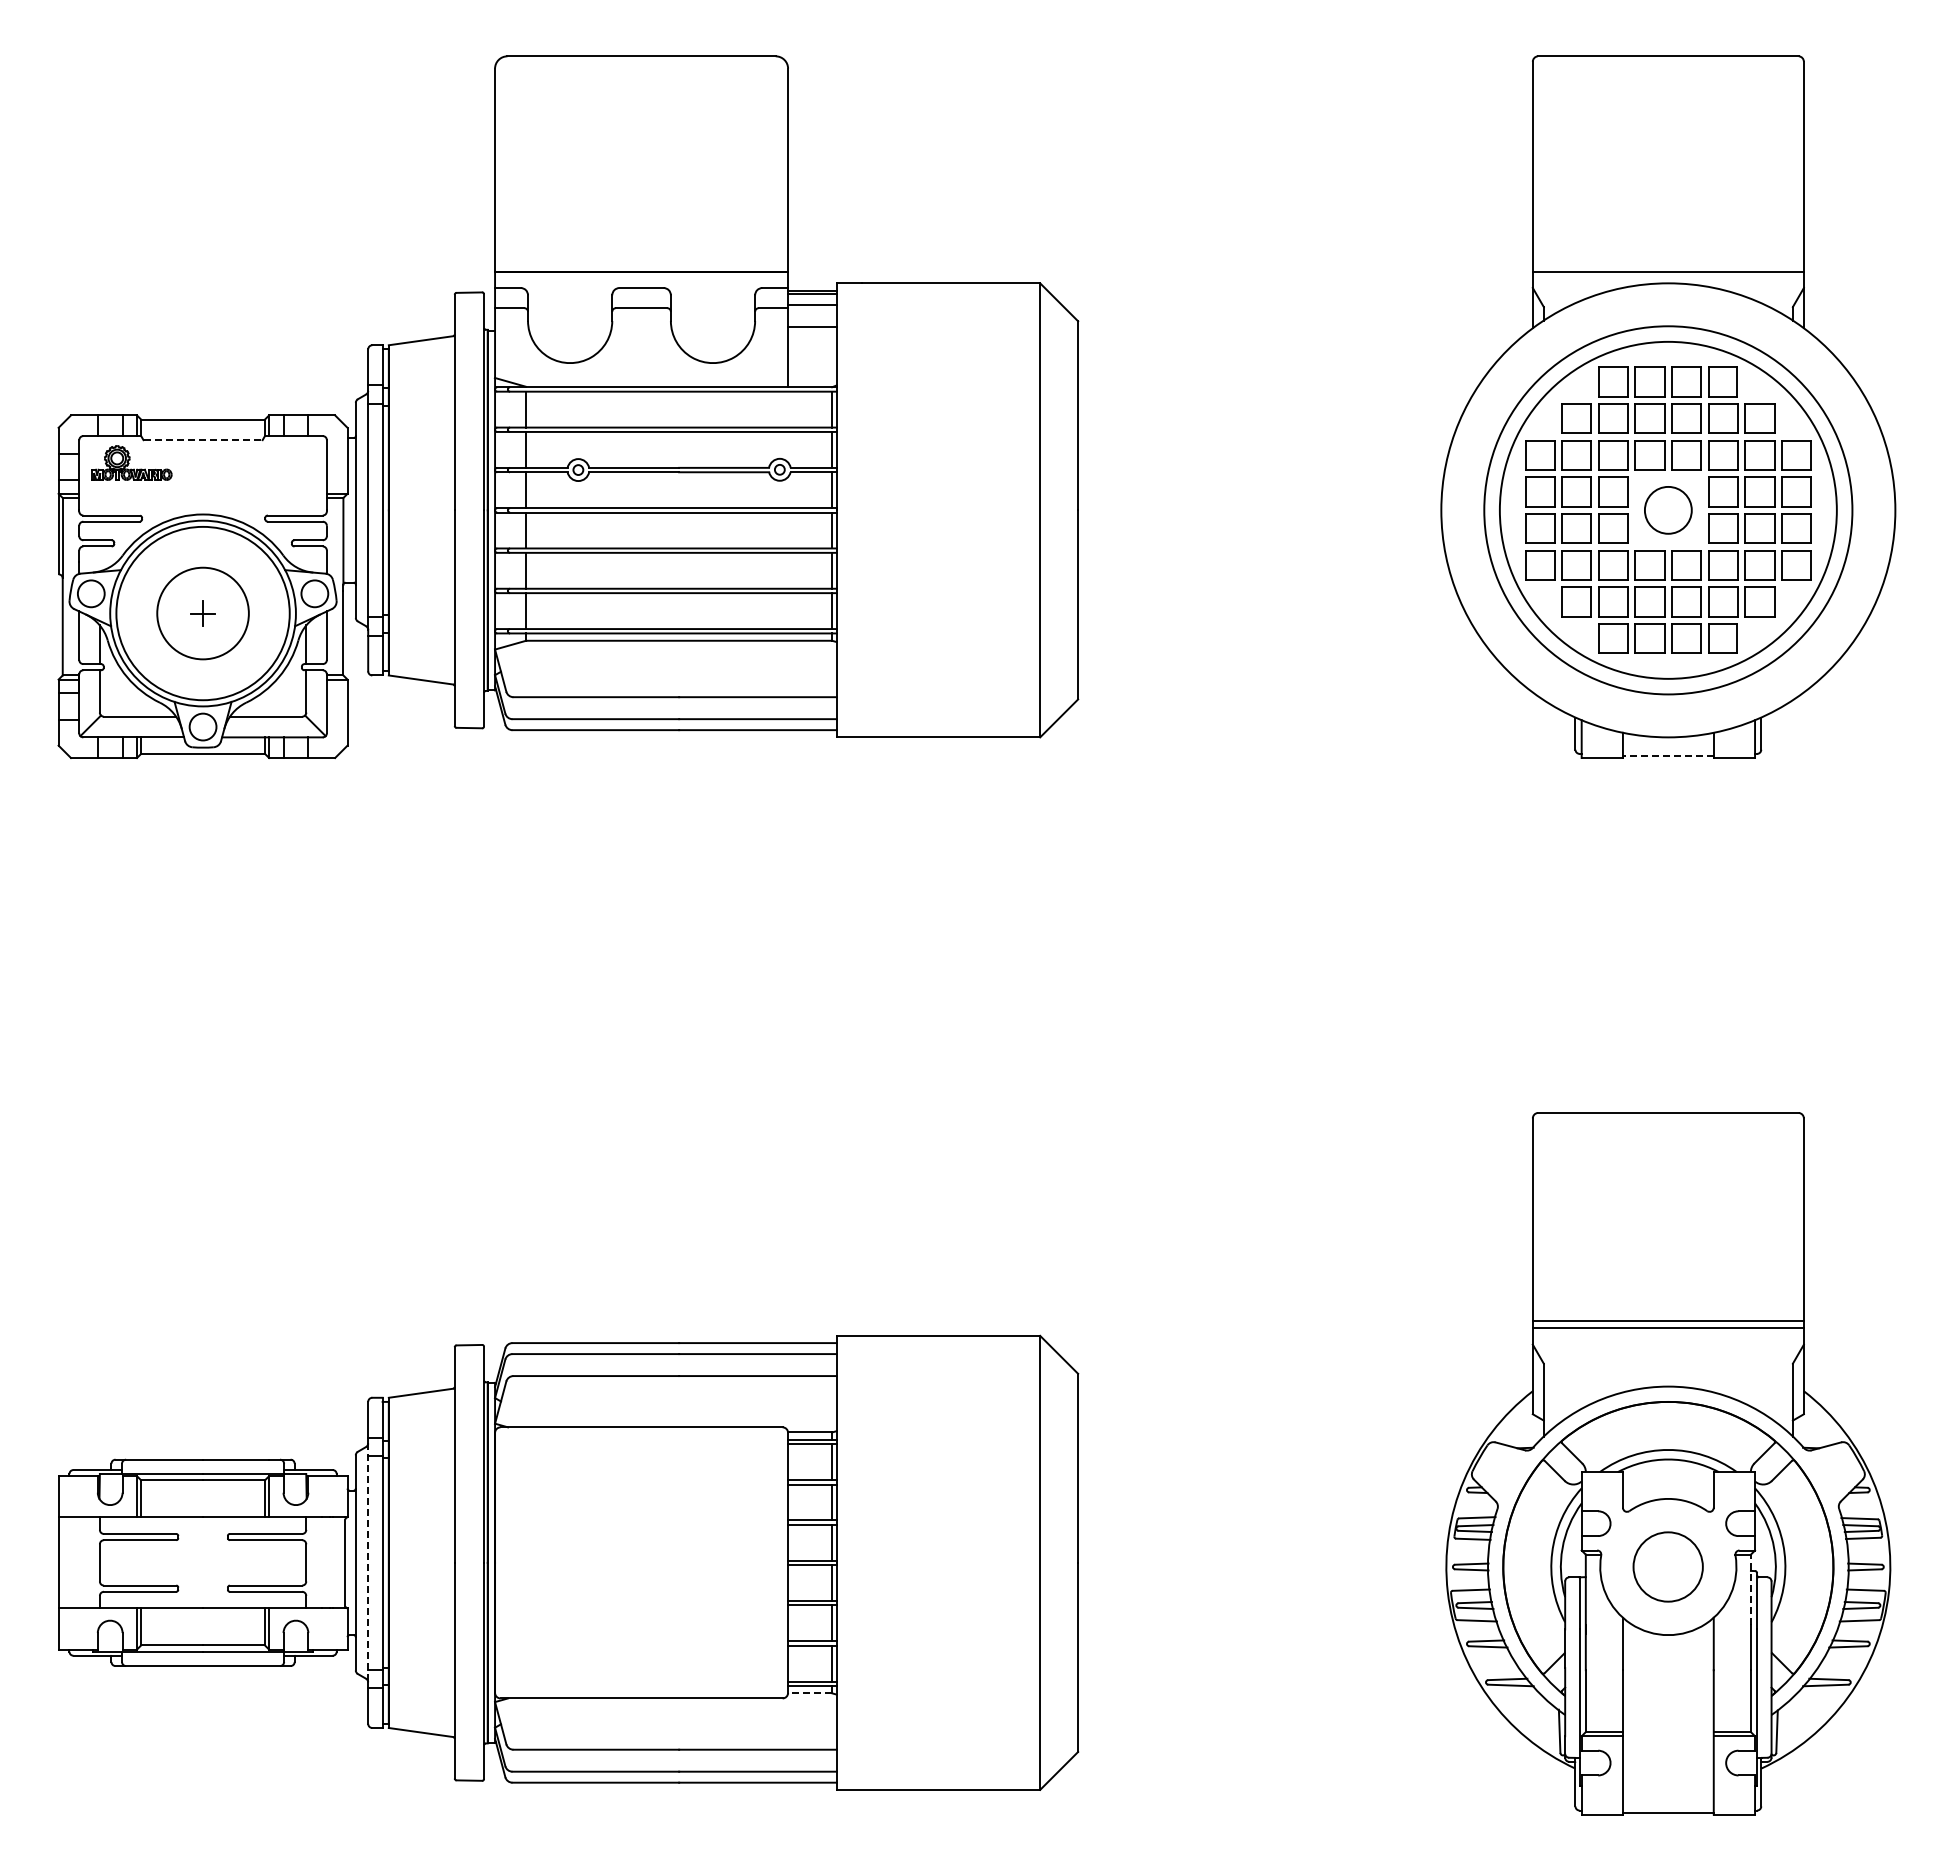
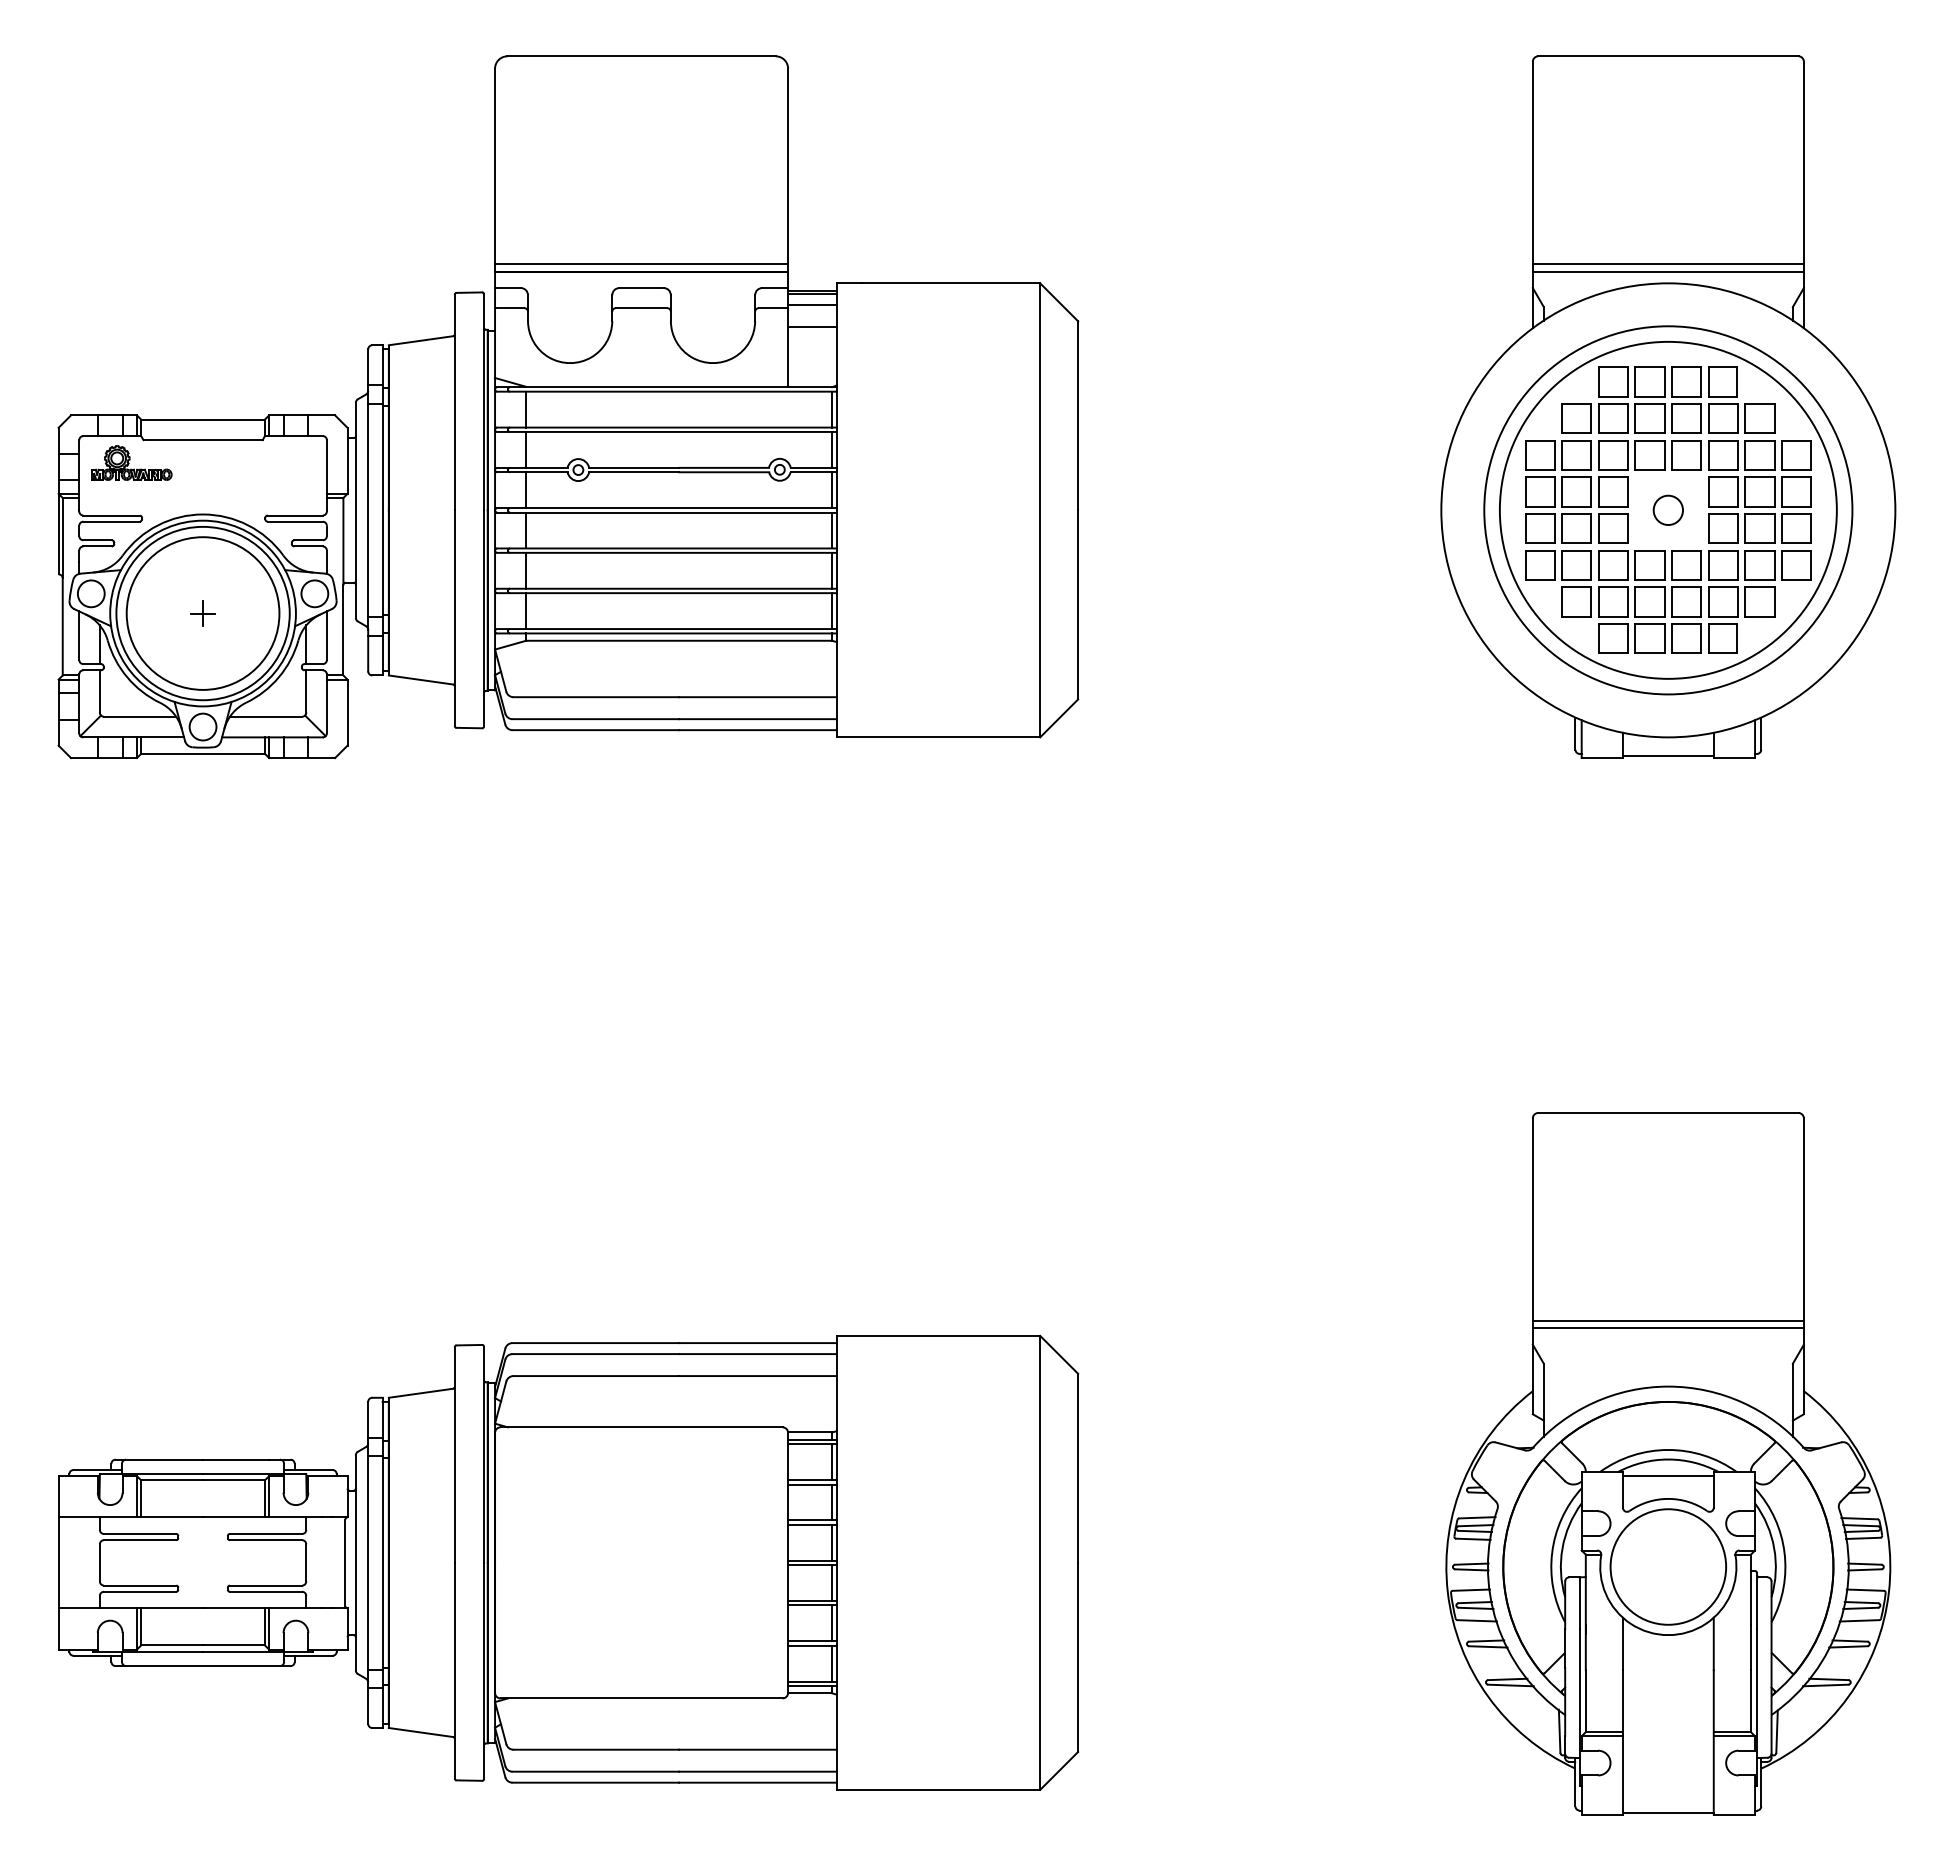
line at (641, 264): none -> present
line at (1667, 264): none -> present
line at (203, 440): dashed -> solid
circle at (1667, 509) diameter: 47 px -> 29 px
circle at (202, 613) diameter: 92 px -> 153 px
line at (1667, 755): dashed -> solid
line at (1667, 1476): none -> present
line at (368, 1563): dashed -> solid
circle at (1667, 1566) size: 72x72 px -> 118x118 px
line at (1750, 1589): dashed -> solid
line at (810, 1693): dashed -> solid
